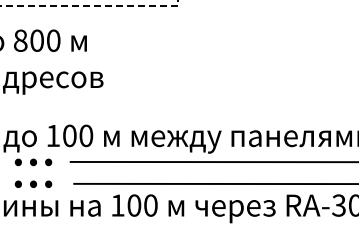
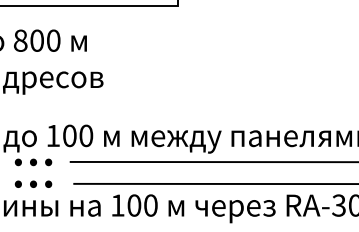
line at (92, 6): dashed -> solid
